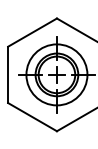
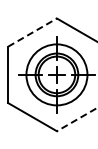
line at (32, 32): solid -> dashed
line at (76, 119): solid -> dashed
